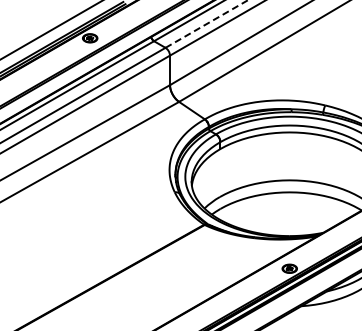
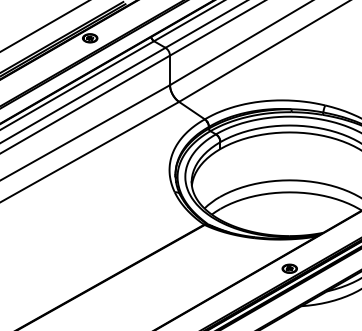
line at (207, 23): dashed -> solid
line at (50, 30) position: (50, 30) -> (44, 26)
